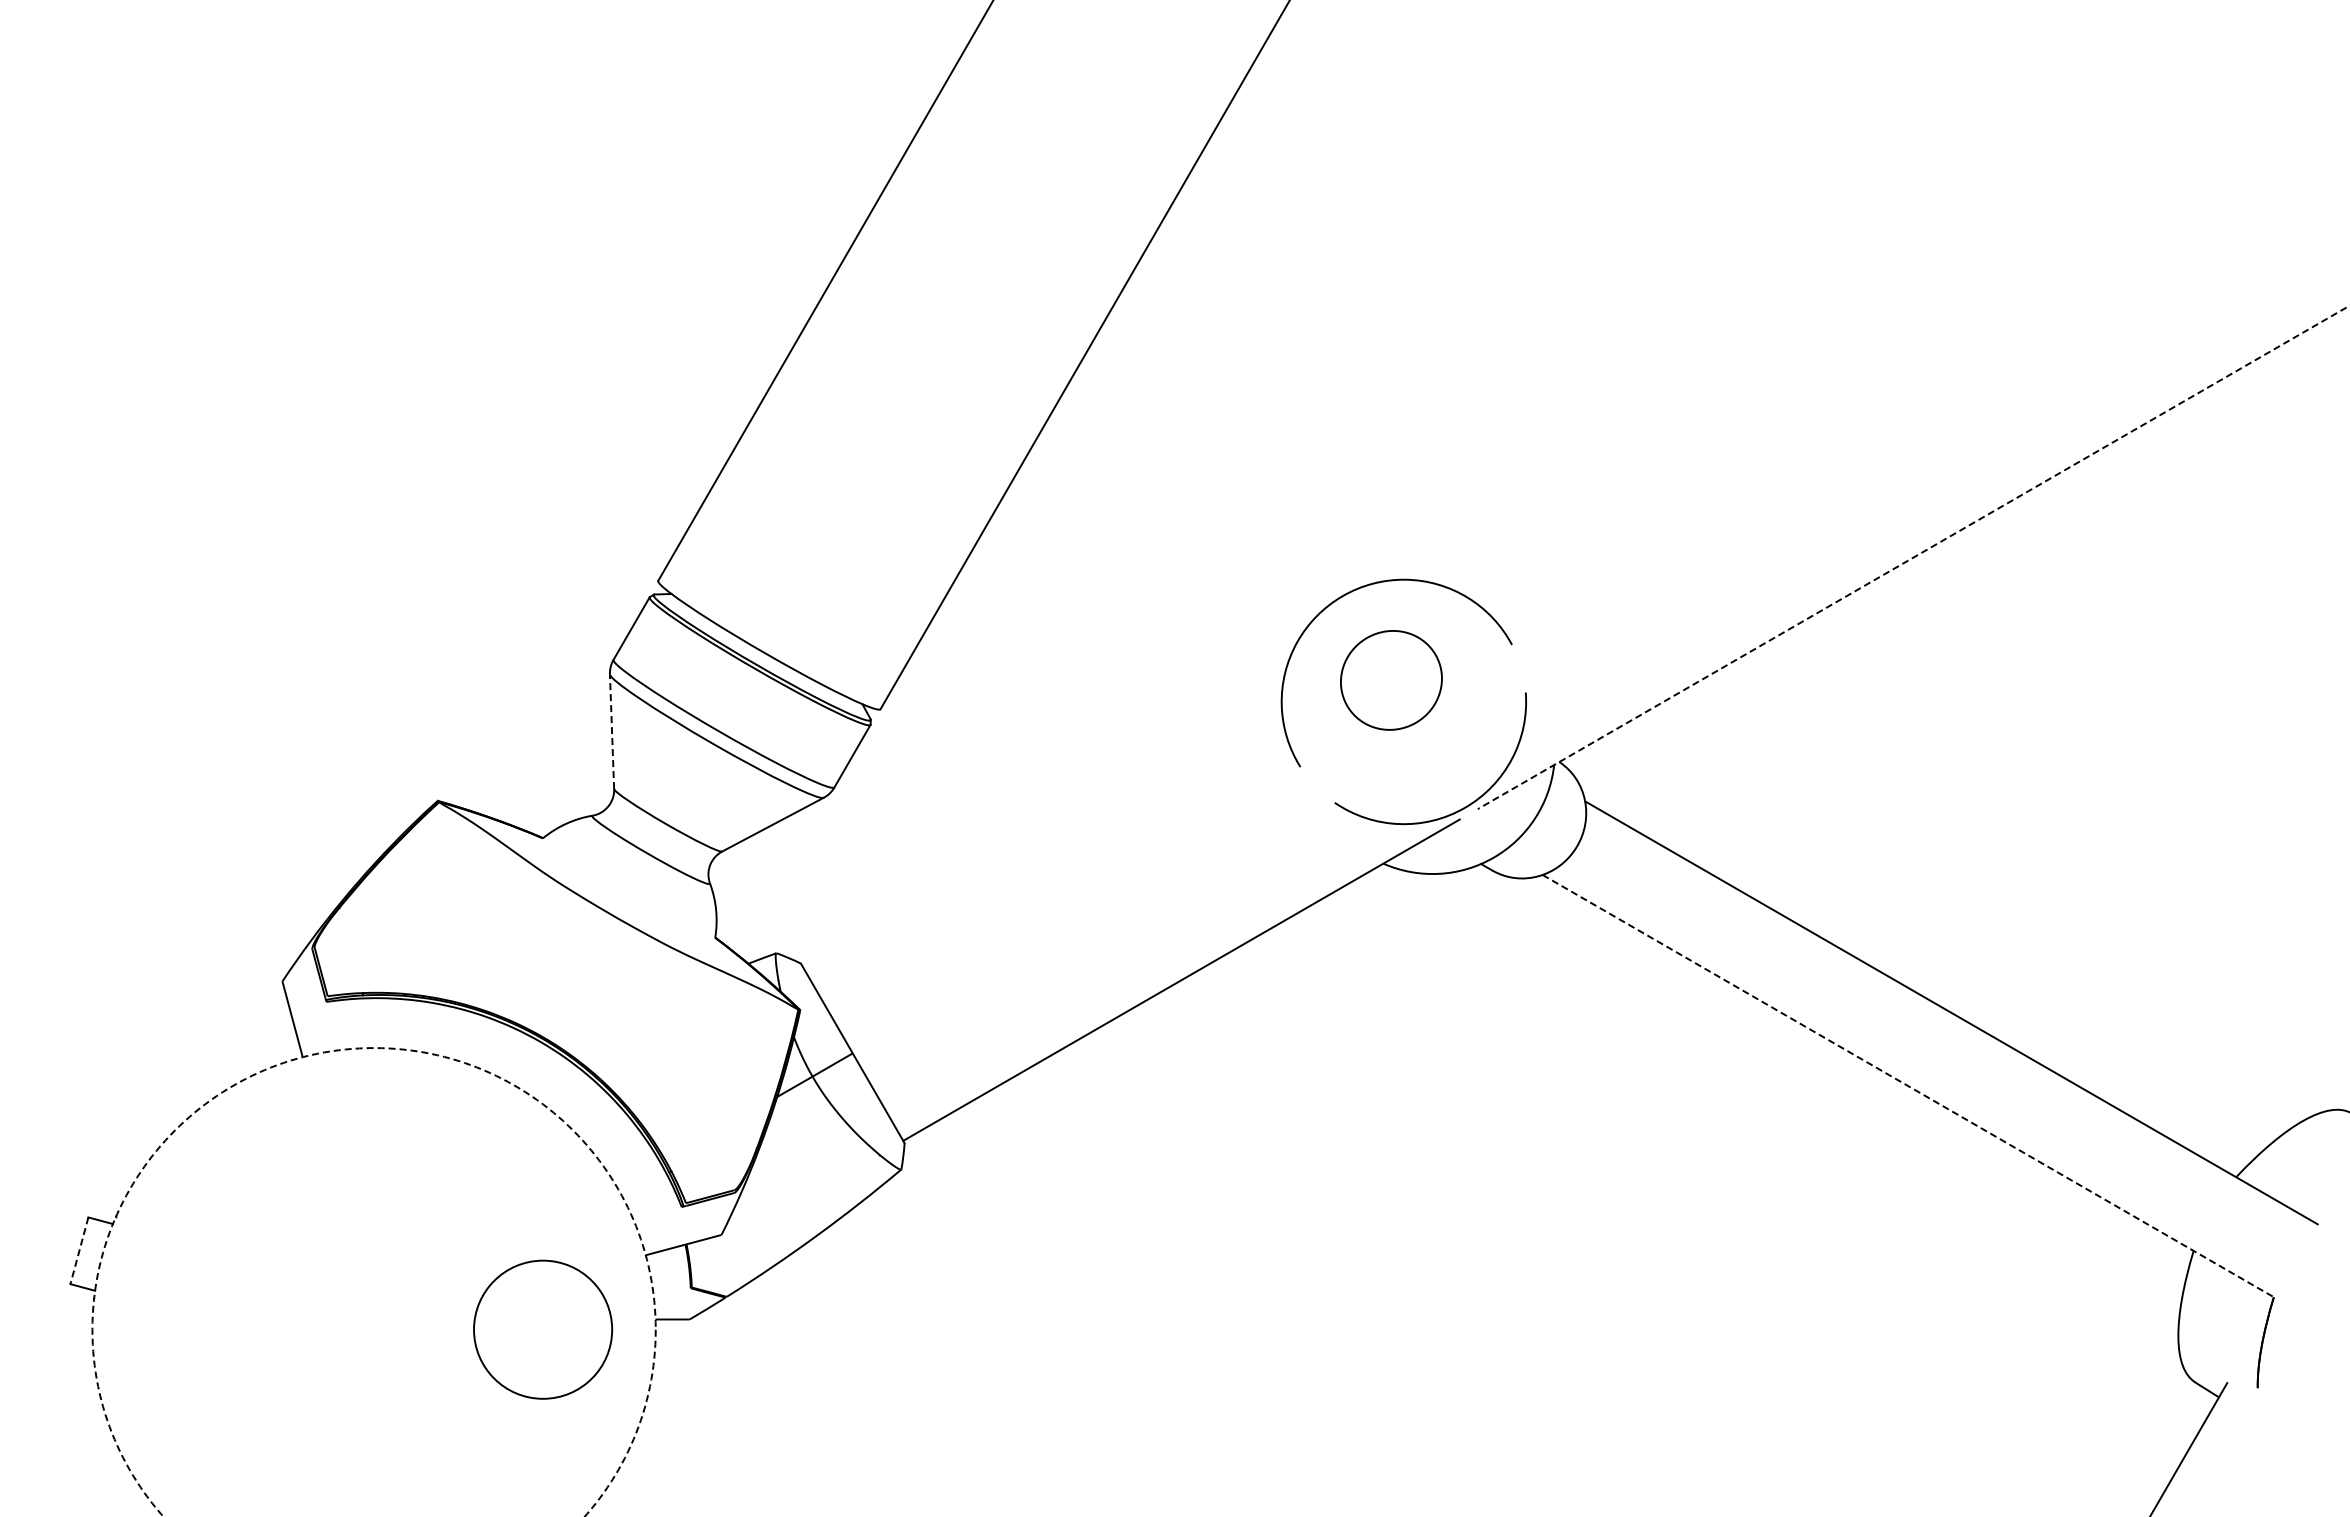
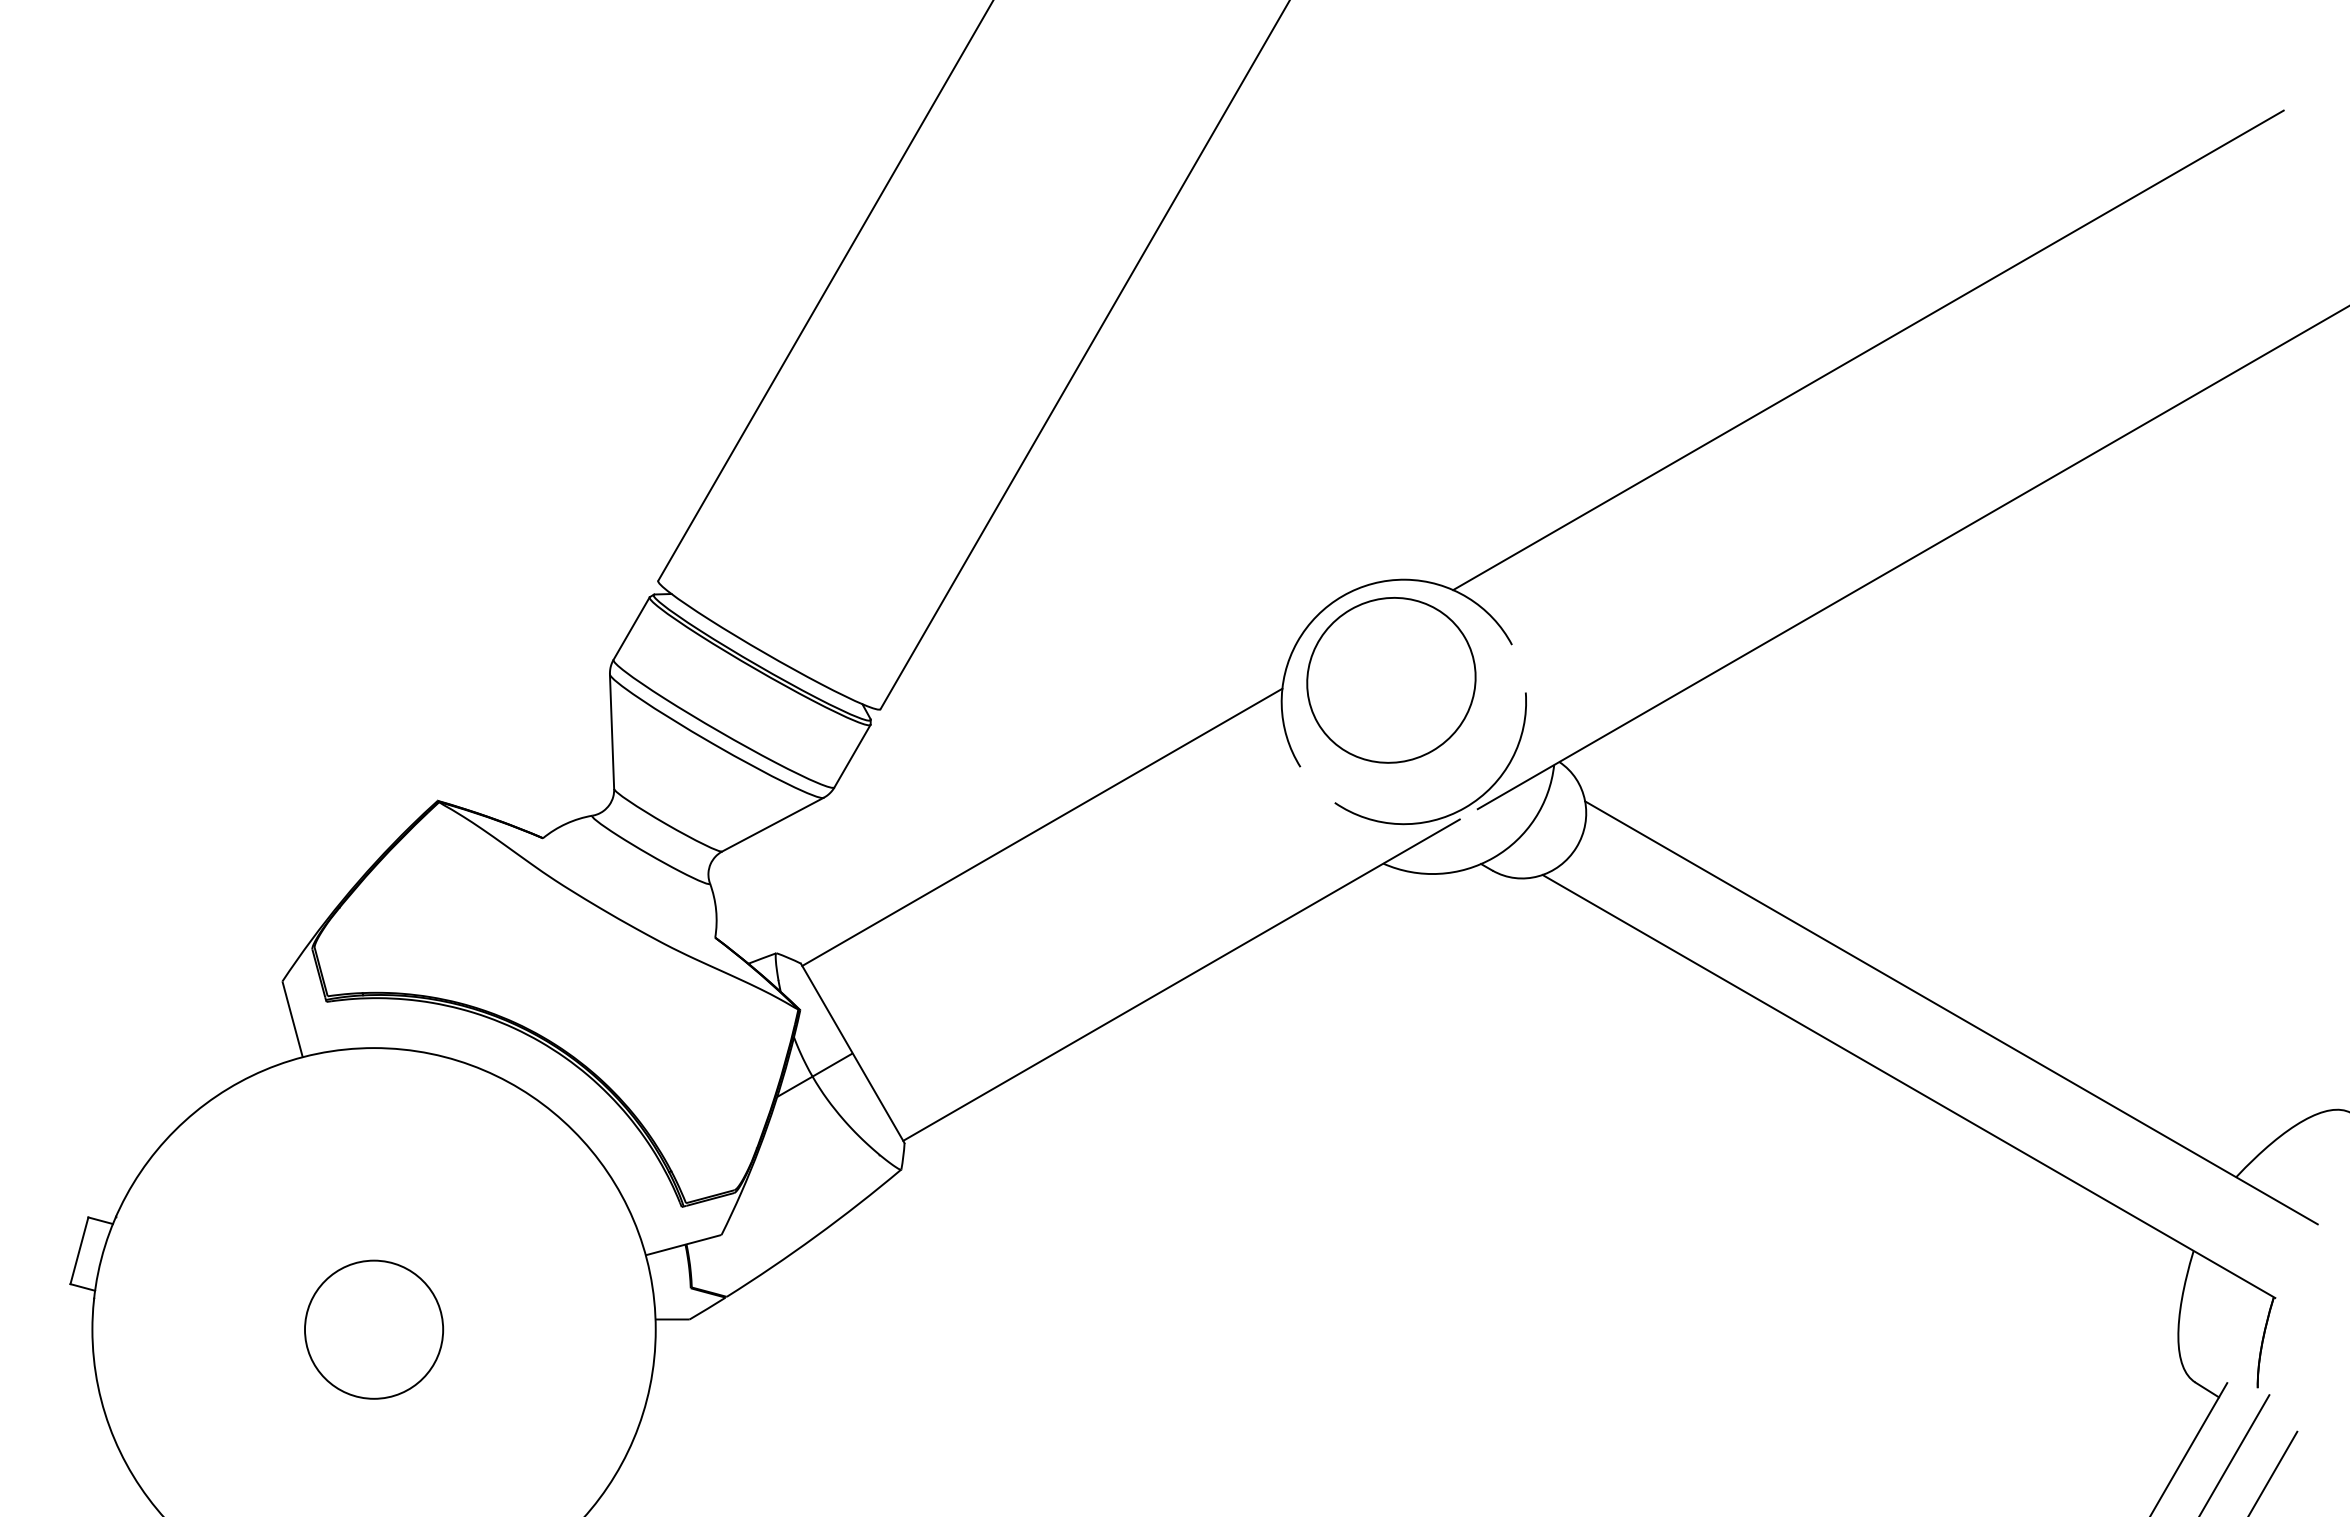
line at (1868, 350): none -> present
line at (1913, 557): dashed -> solid
part at (1391, 680) size: 103x101 px -> 171x167 px
line at (612, 731): dashed -> solid
line at (1042, 826): none -> present
line at (1909, 1086): dashed -> solid
line at (79, 1250): dashed -> solid
circle at (373, 1282): dashed -> solid
circle at (543, 1329) position: (543, 1329) -> (374, 1329)
line at (2235, 1454): none -> present
line at (2273, 1472): none -> present
